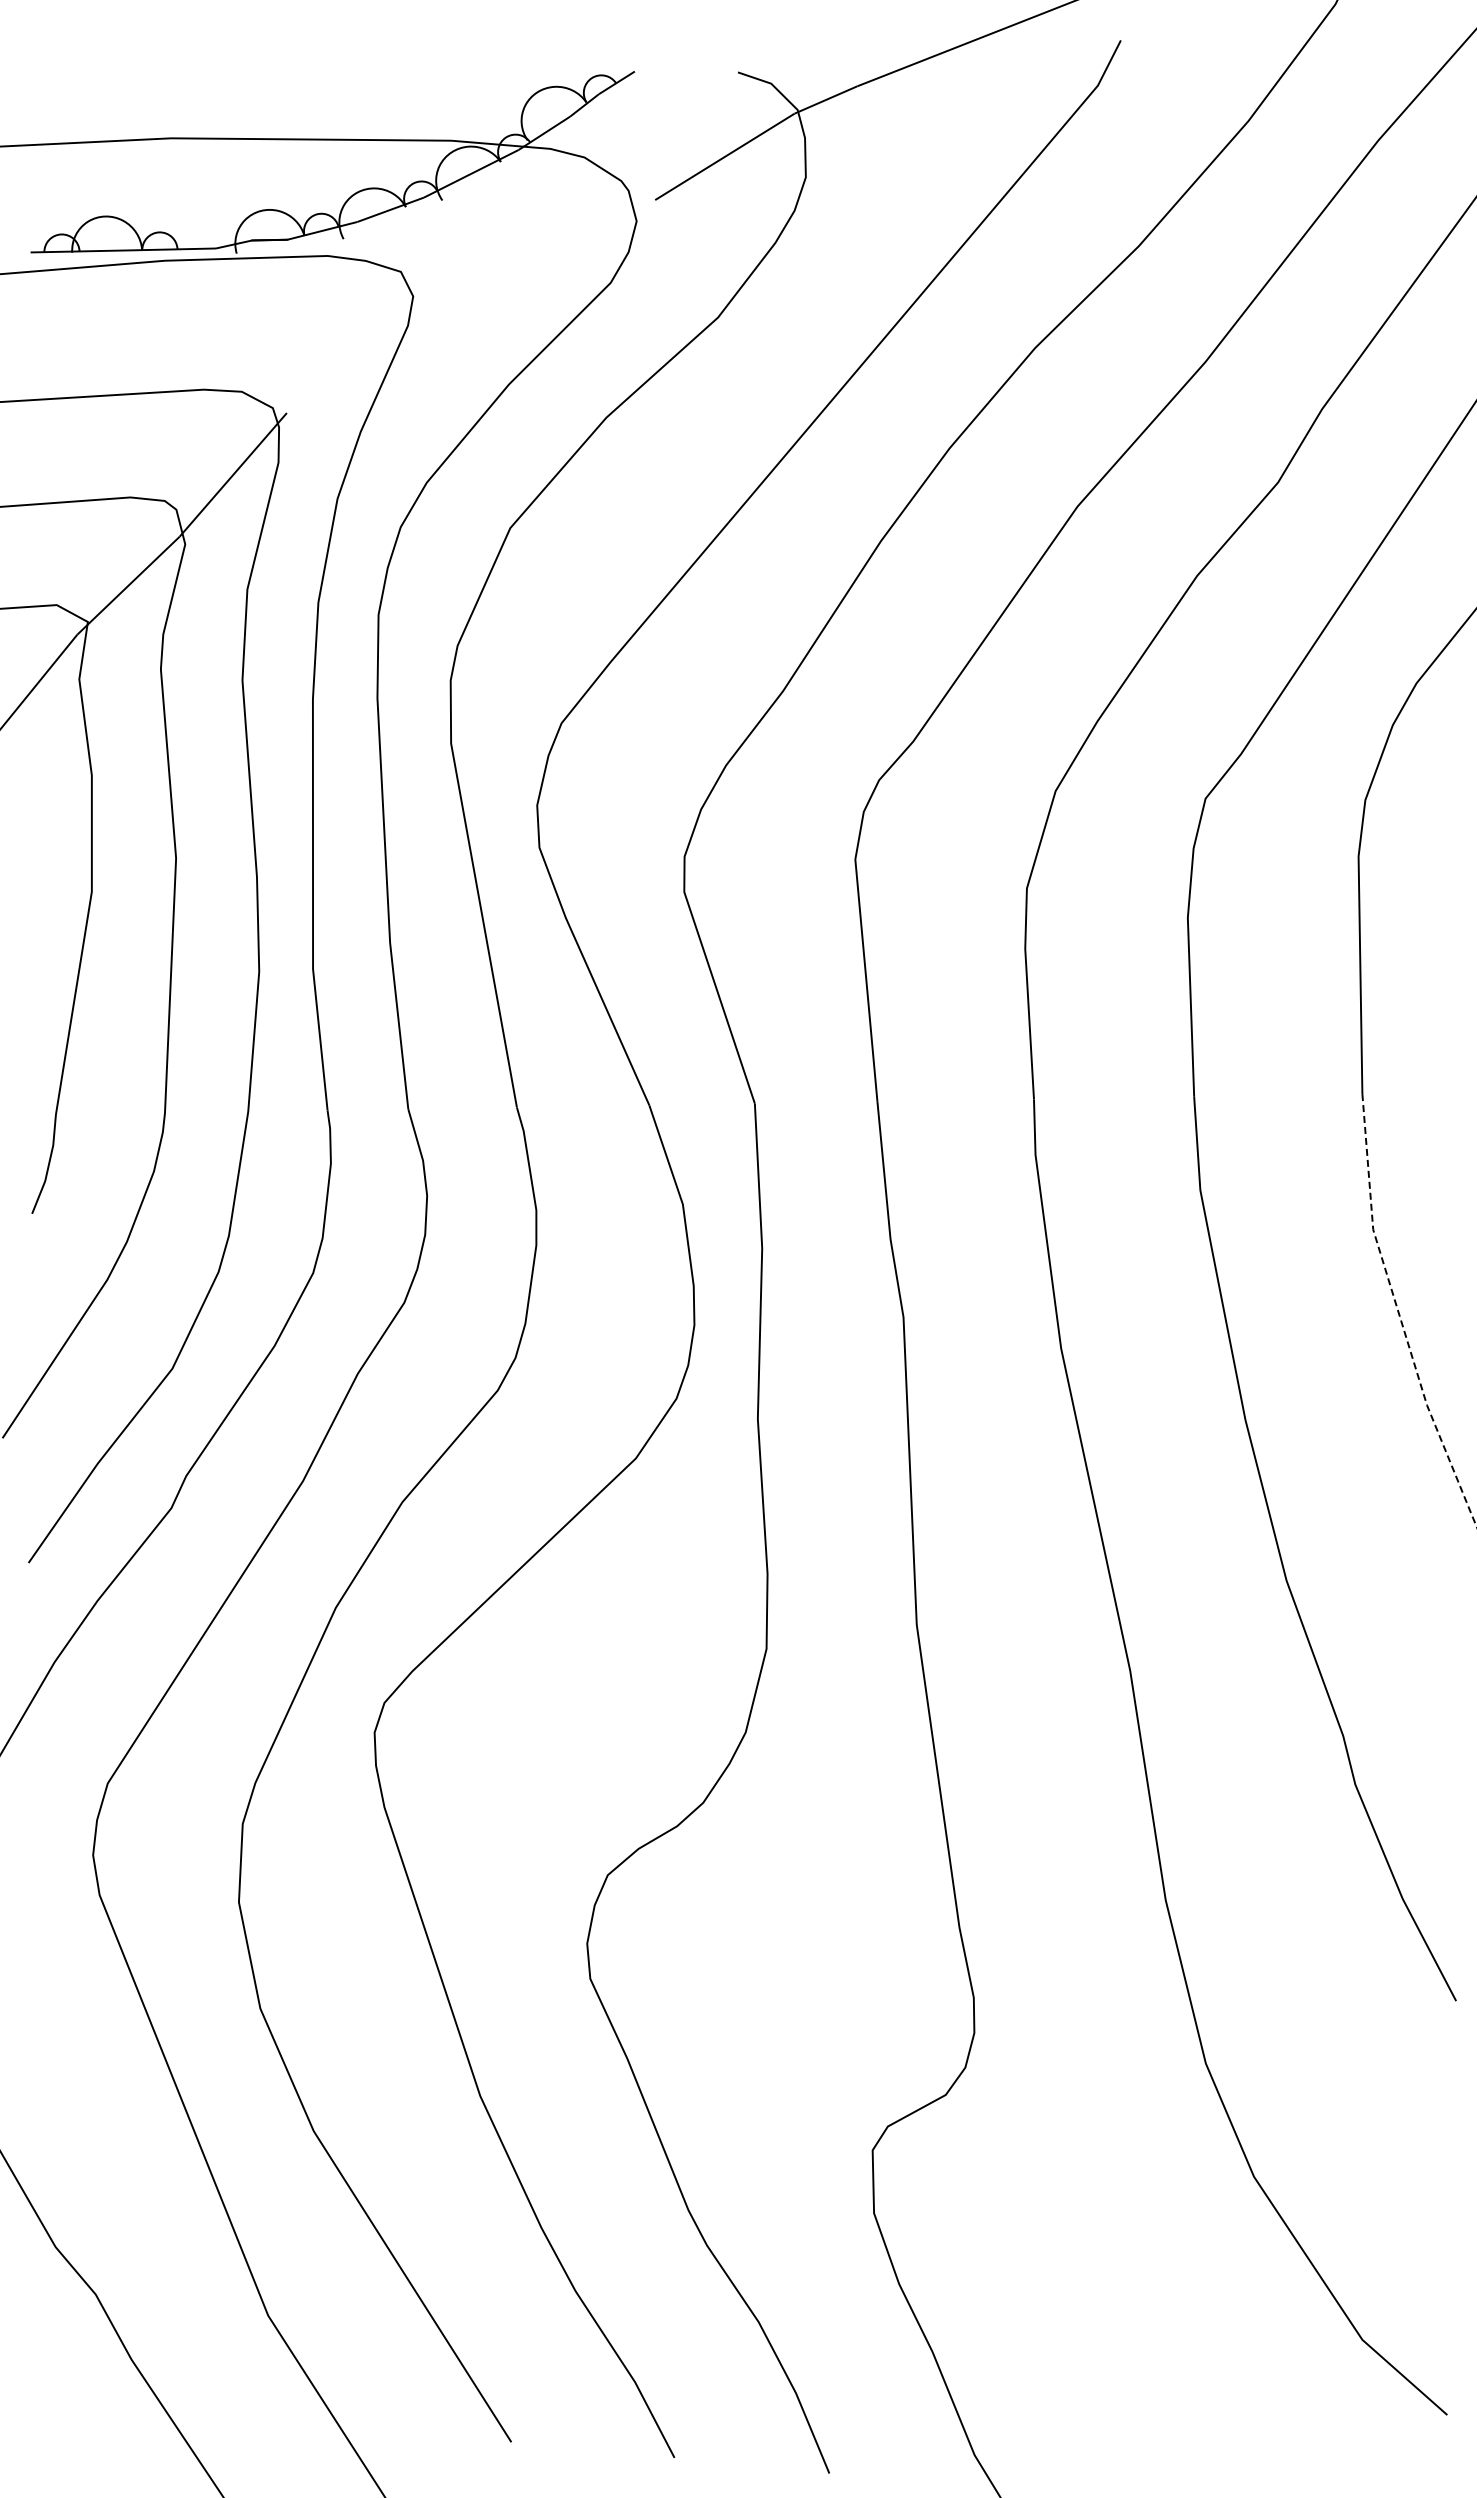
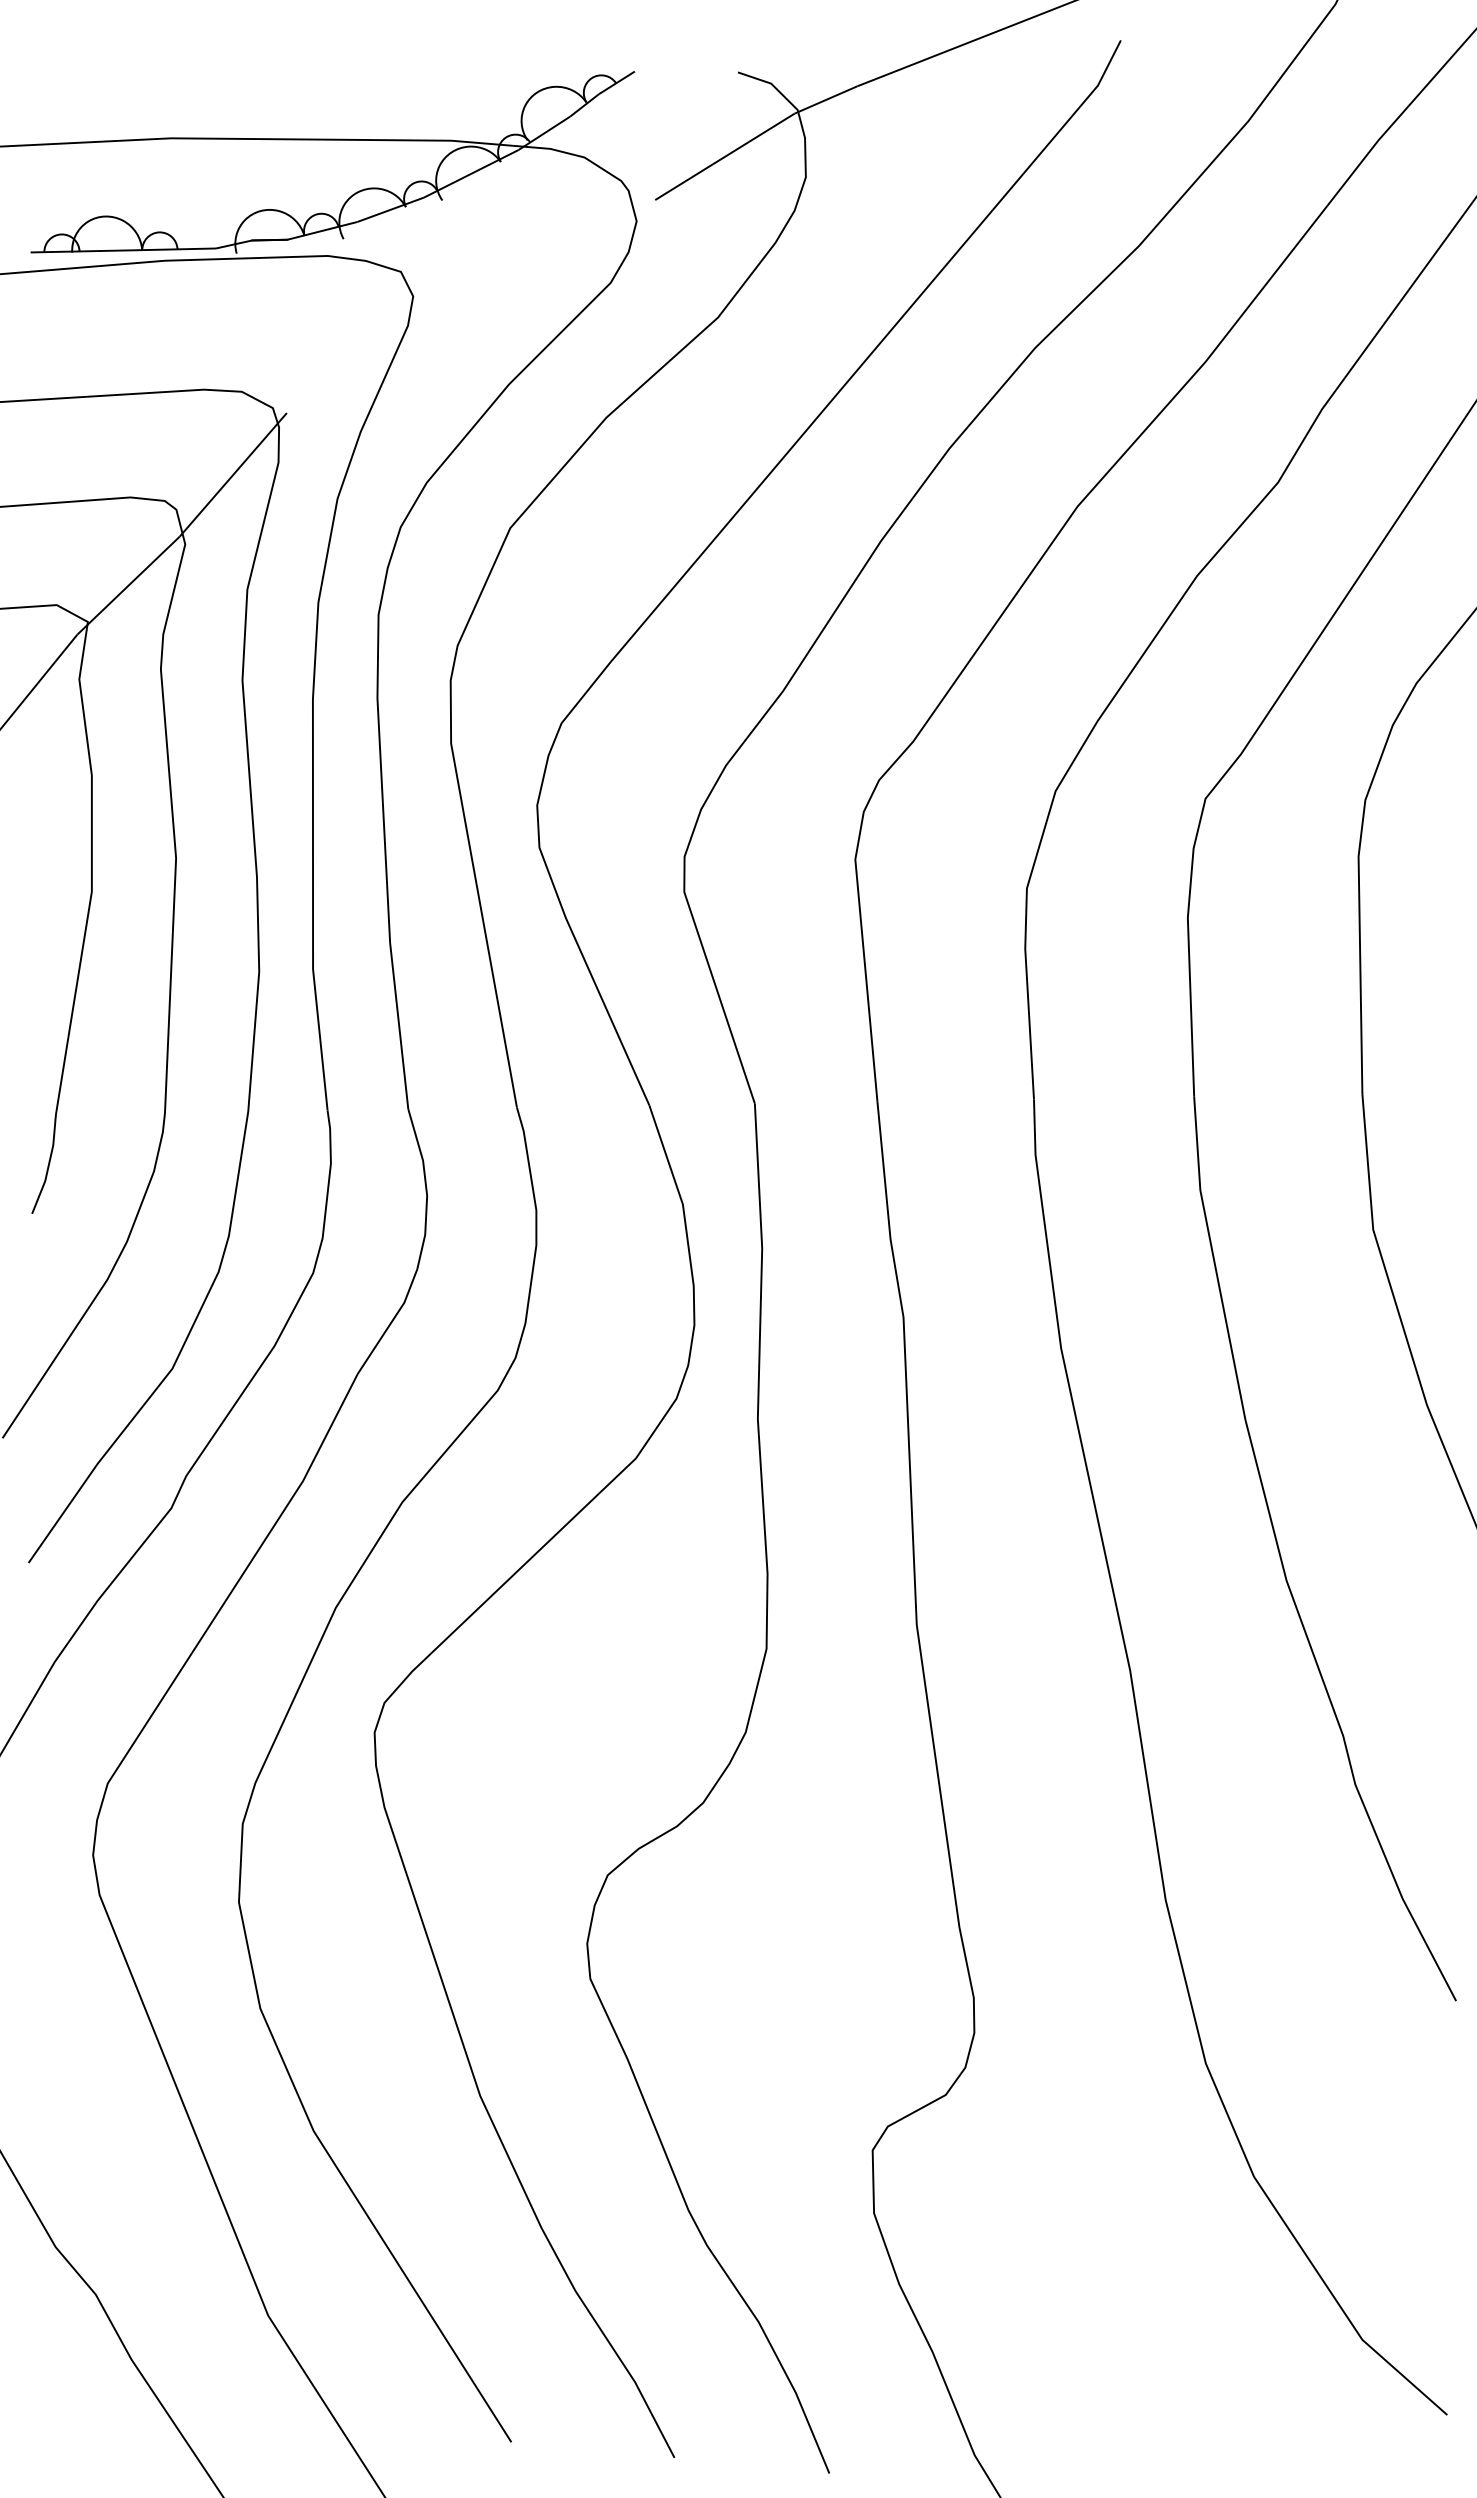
line at (1399, 1315): dashed -> solid
